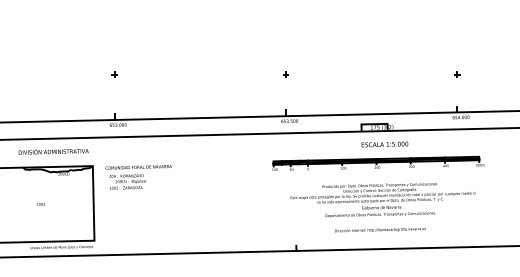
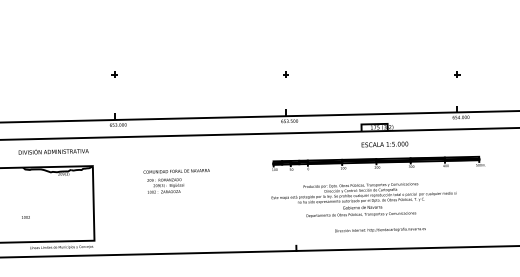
text at (138, 177) position: (138, 177) -> (176, 181)
text at (382, 200) position: (382, 200) -> (363, 200)
text at (40, 204) position: (40, 204) -> (25, 217)
